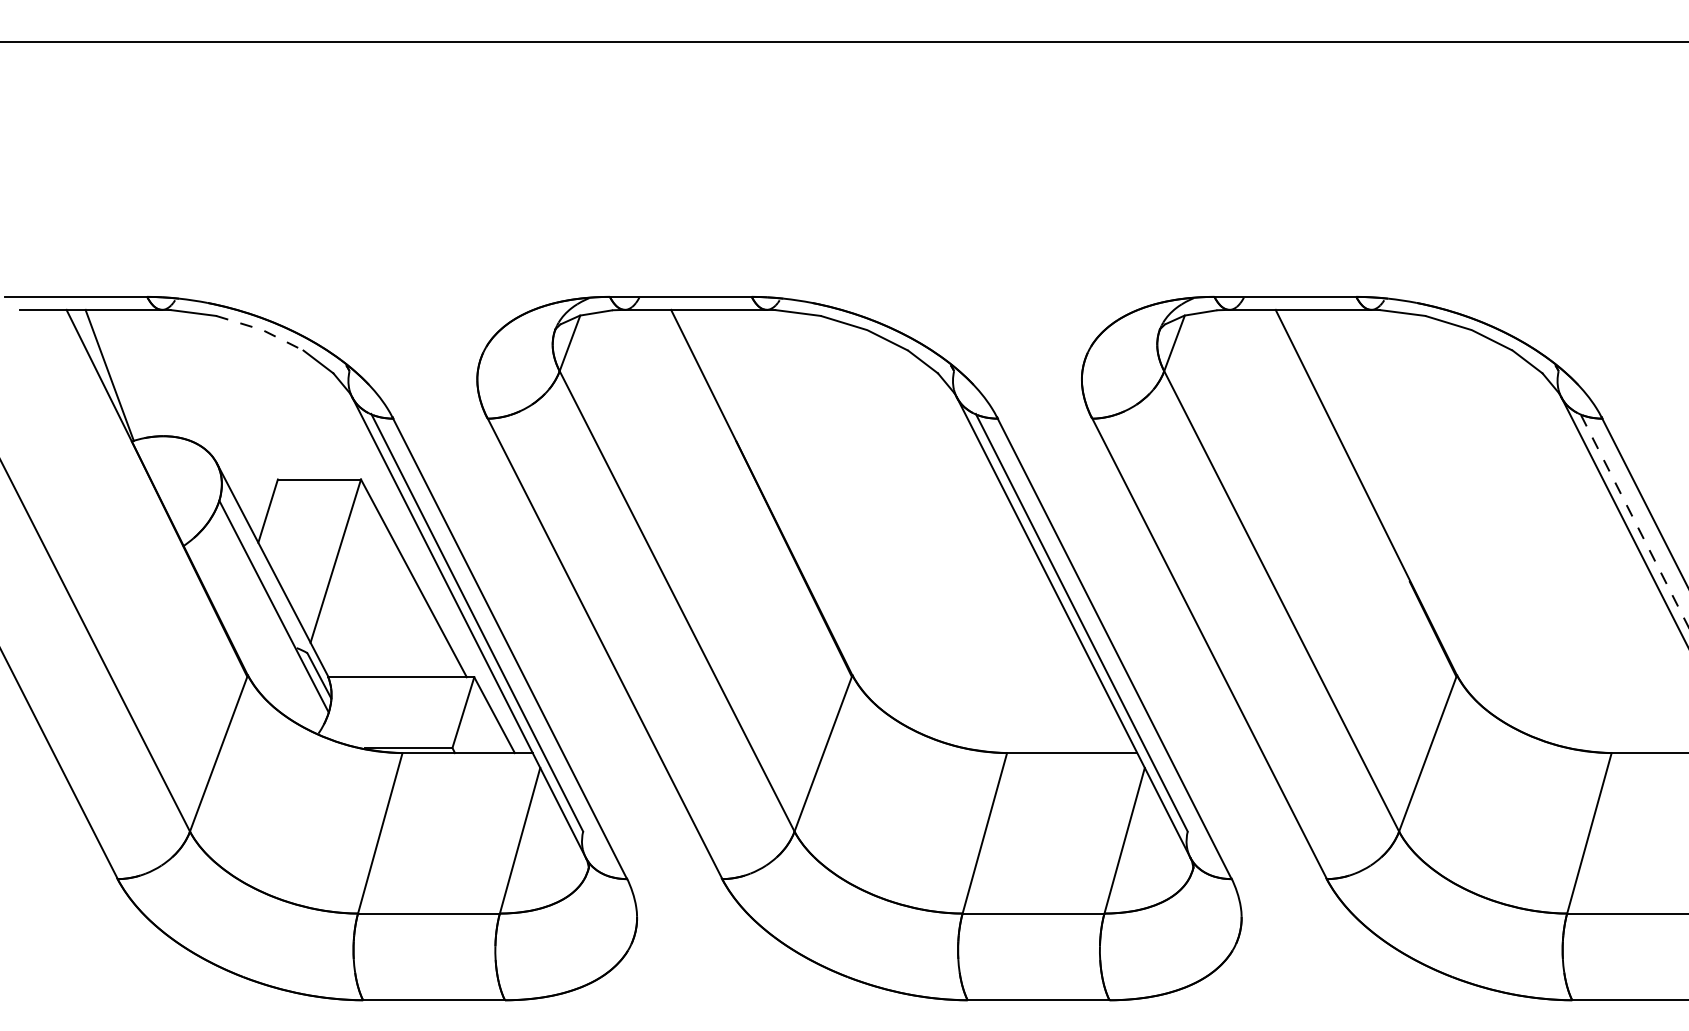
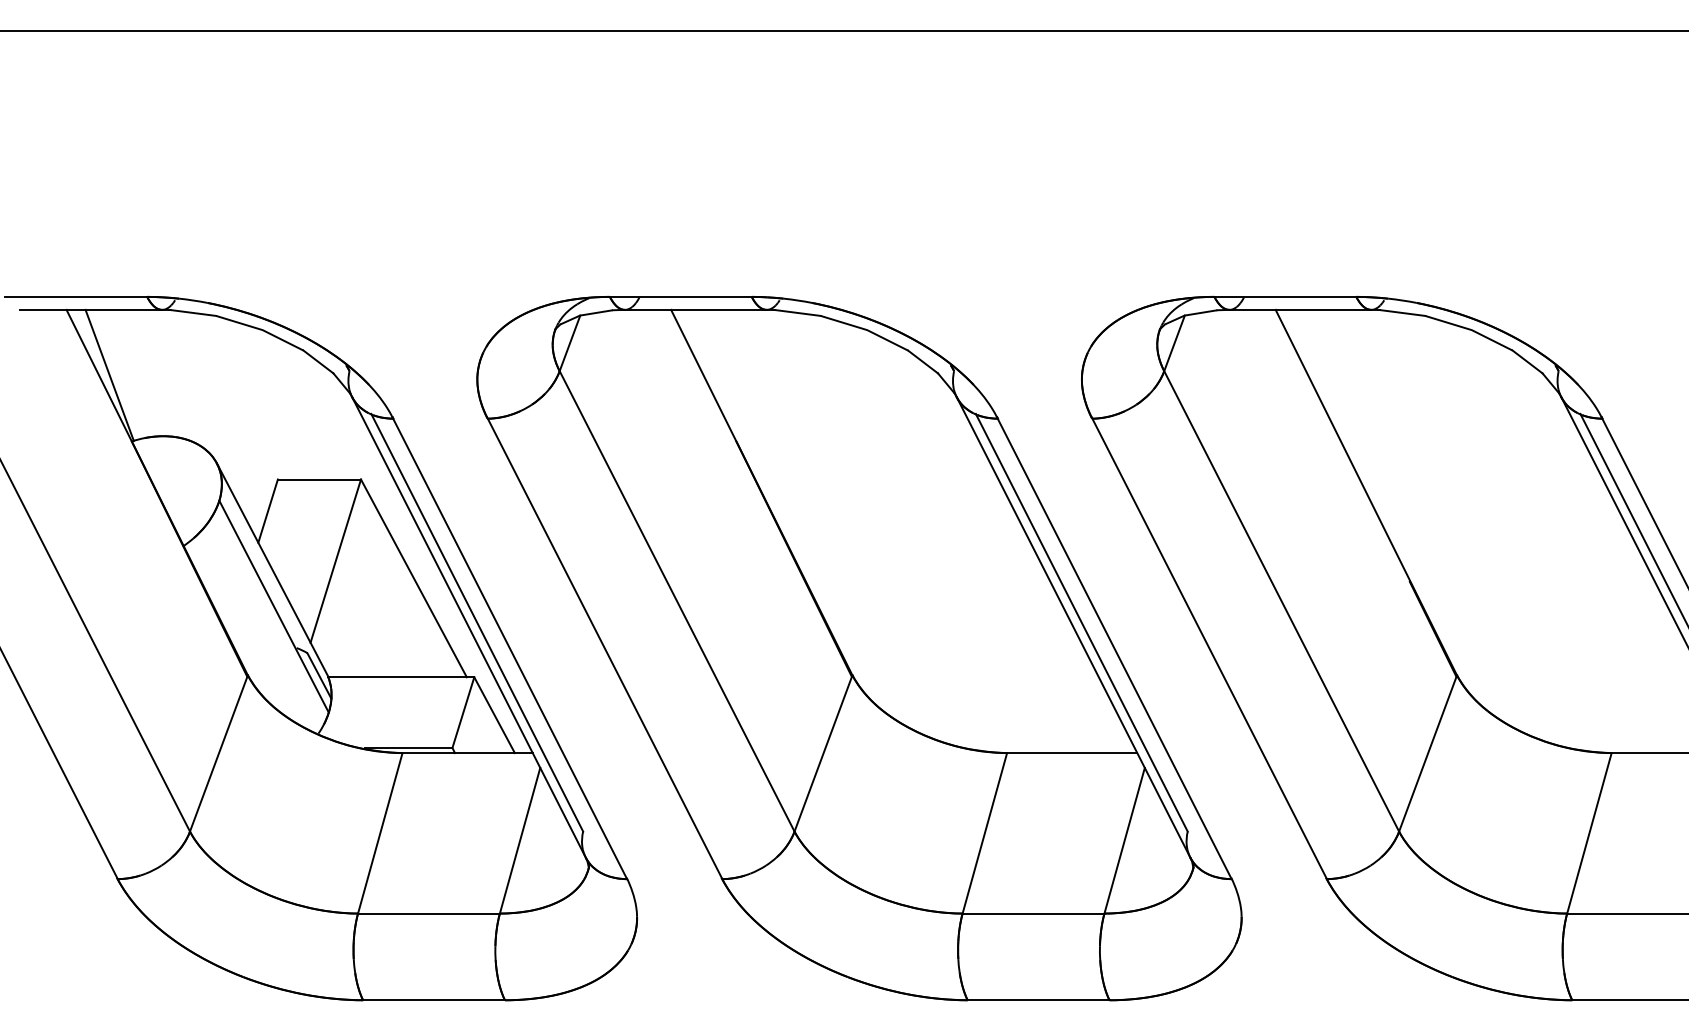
line at (843, 41) position: (843, 41) -> (843, 30)
line at (261, 329): dashed -> solid
line at (1634, 520): dashed -> solid
